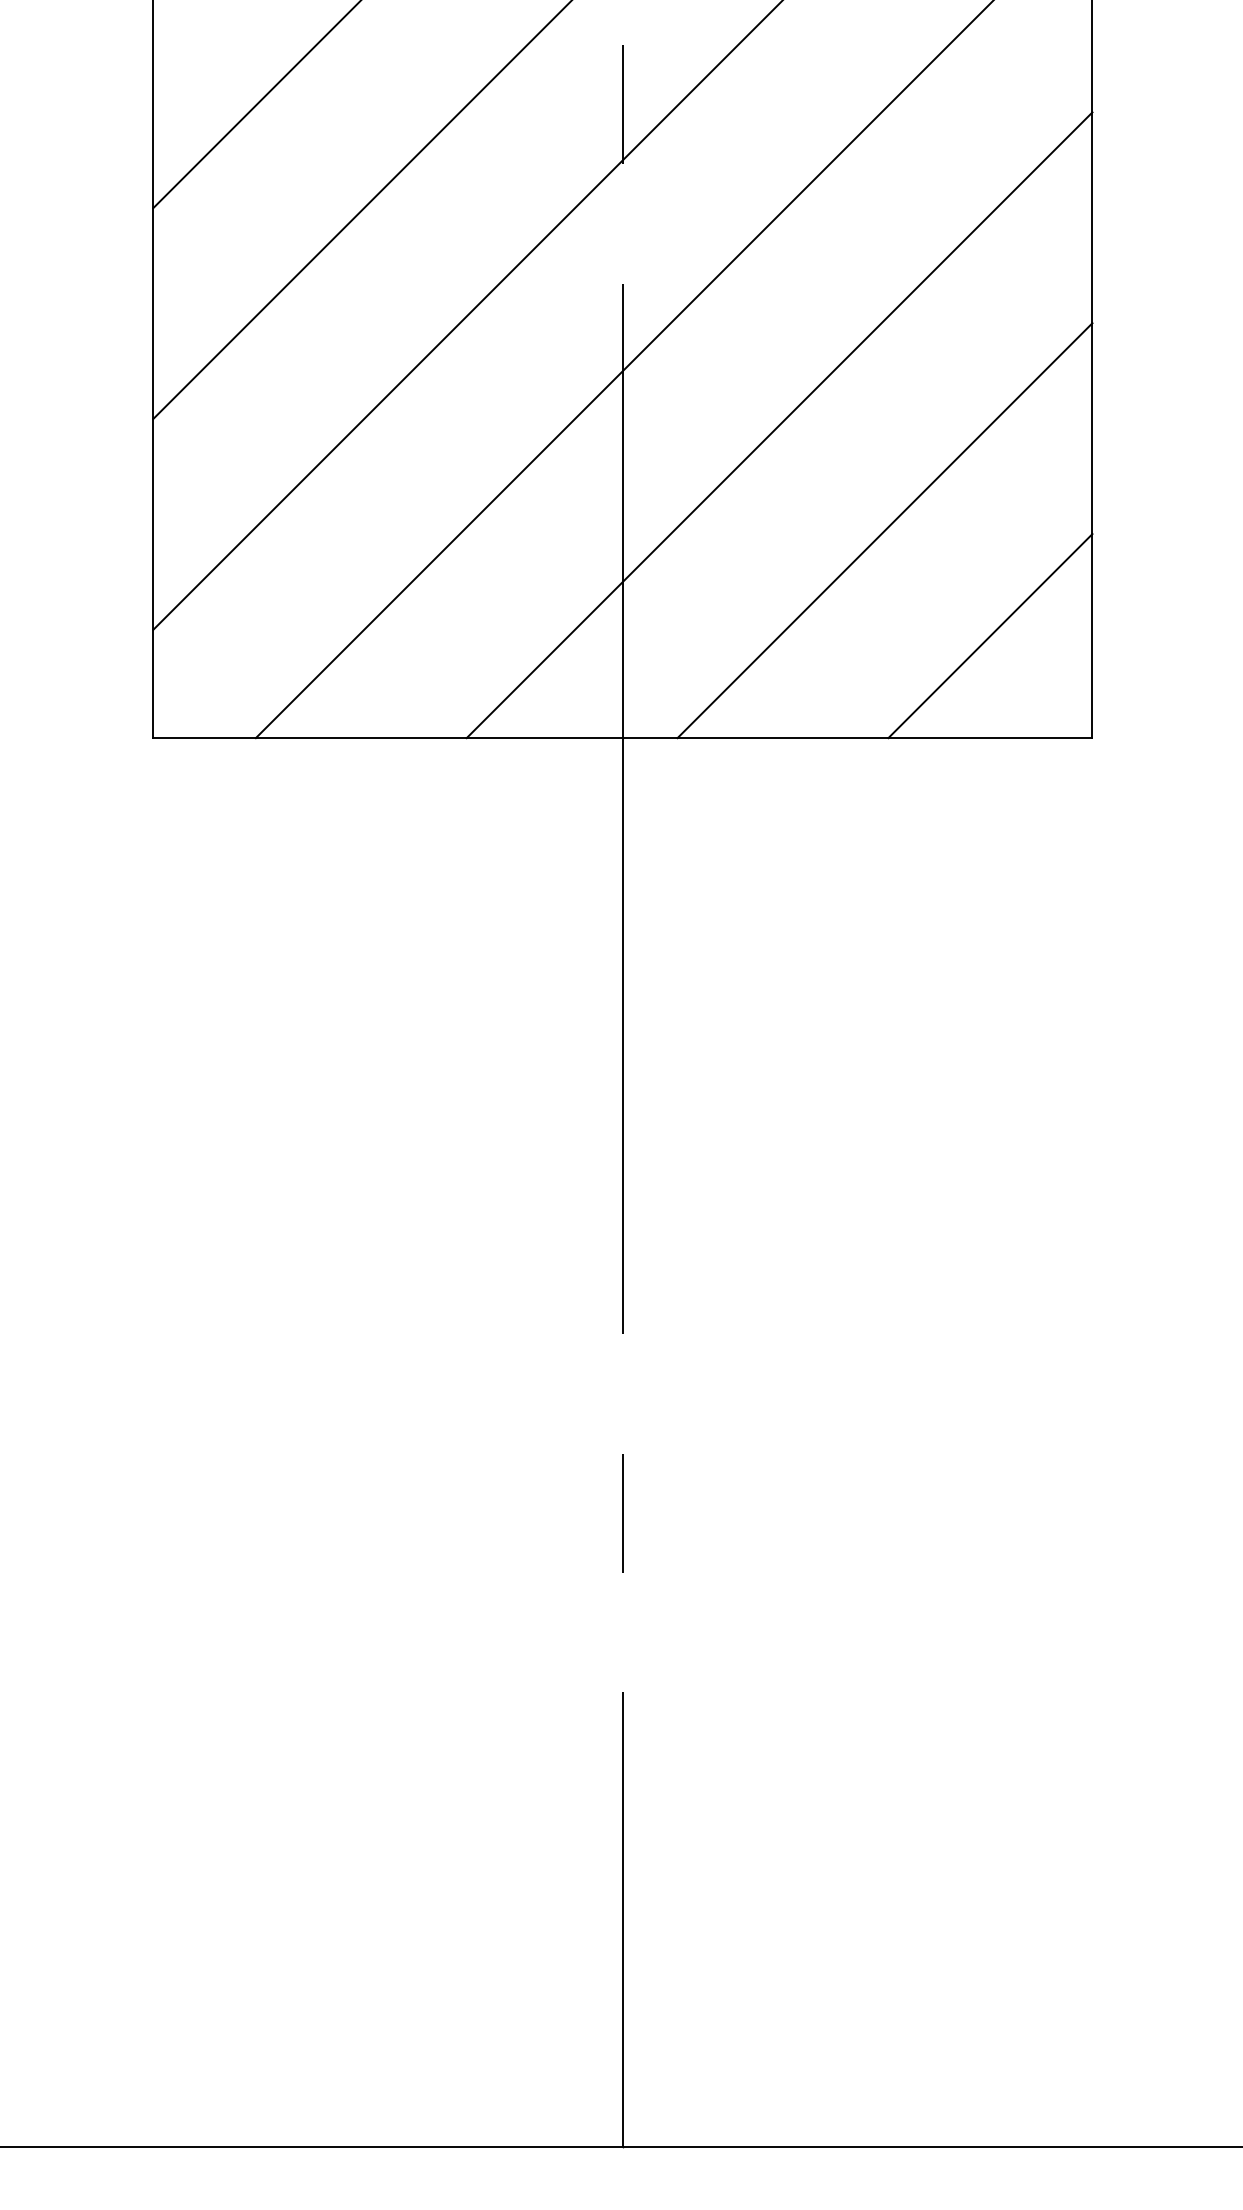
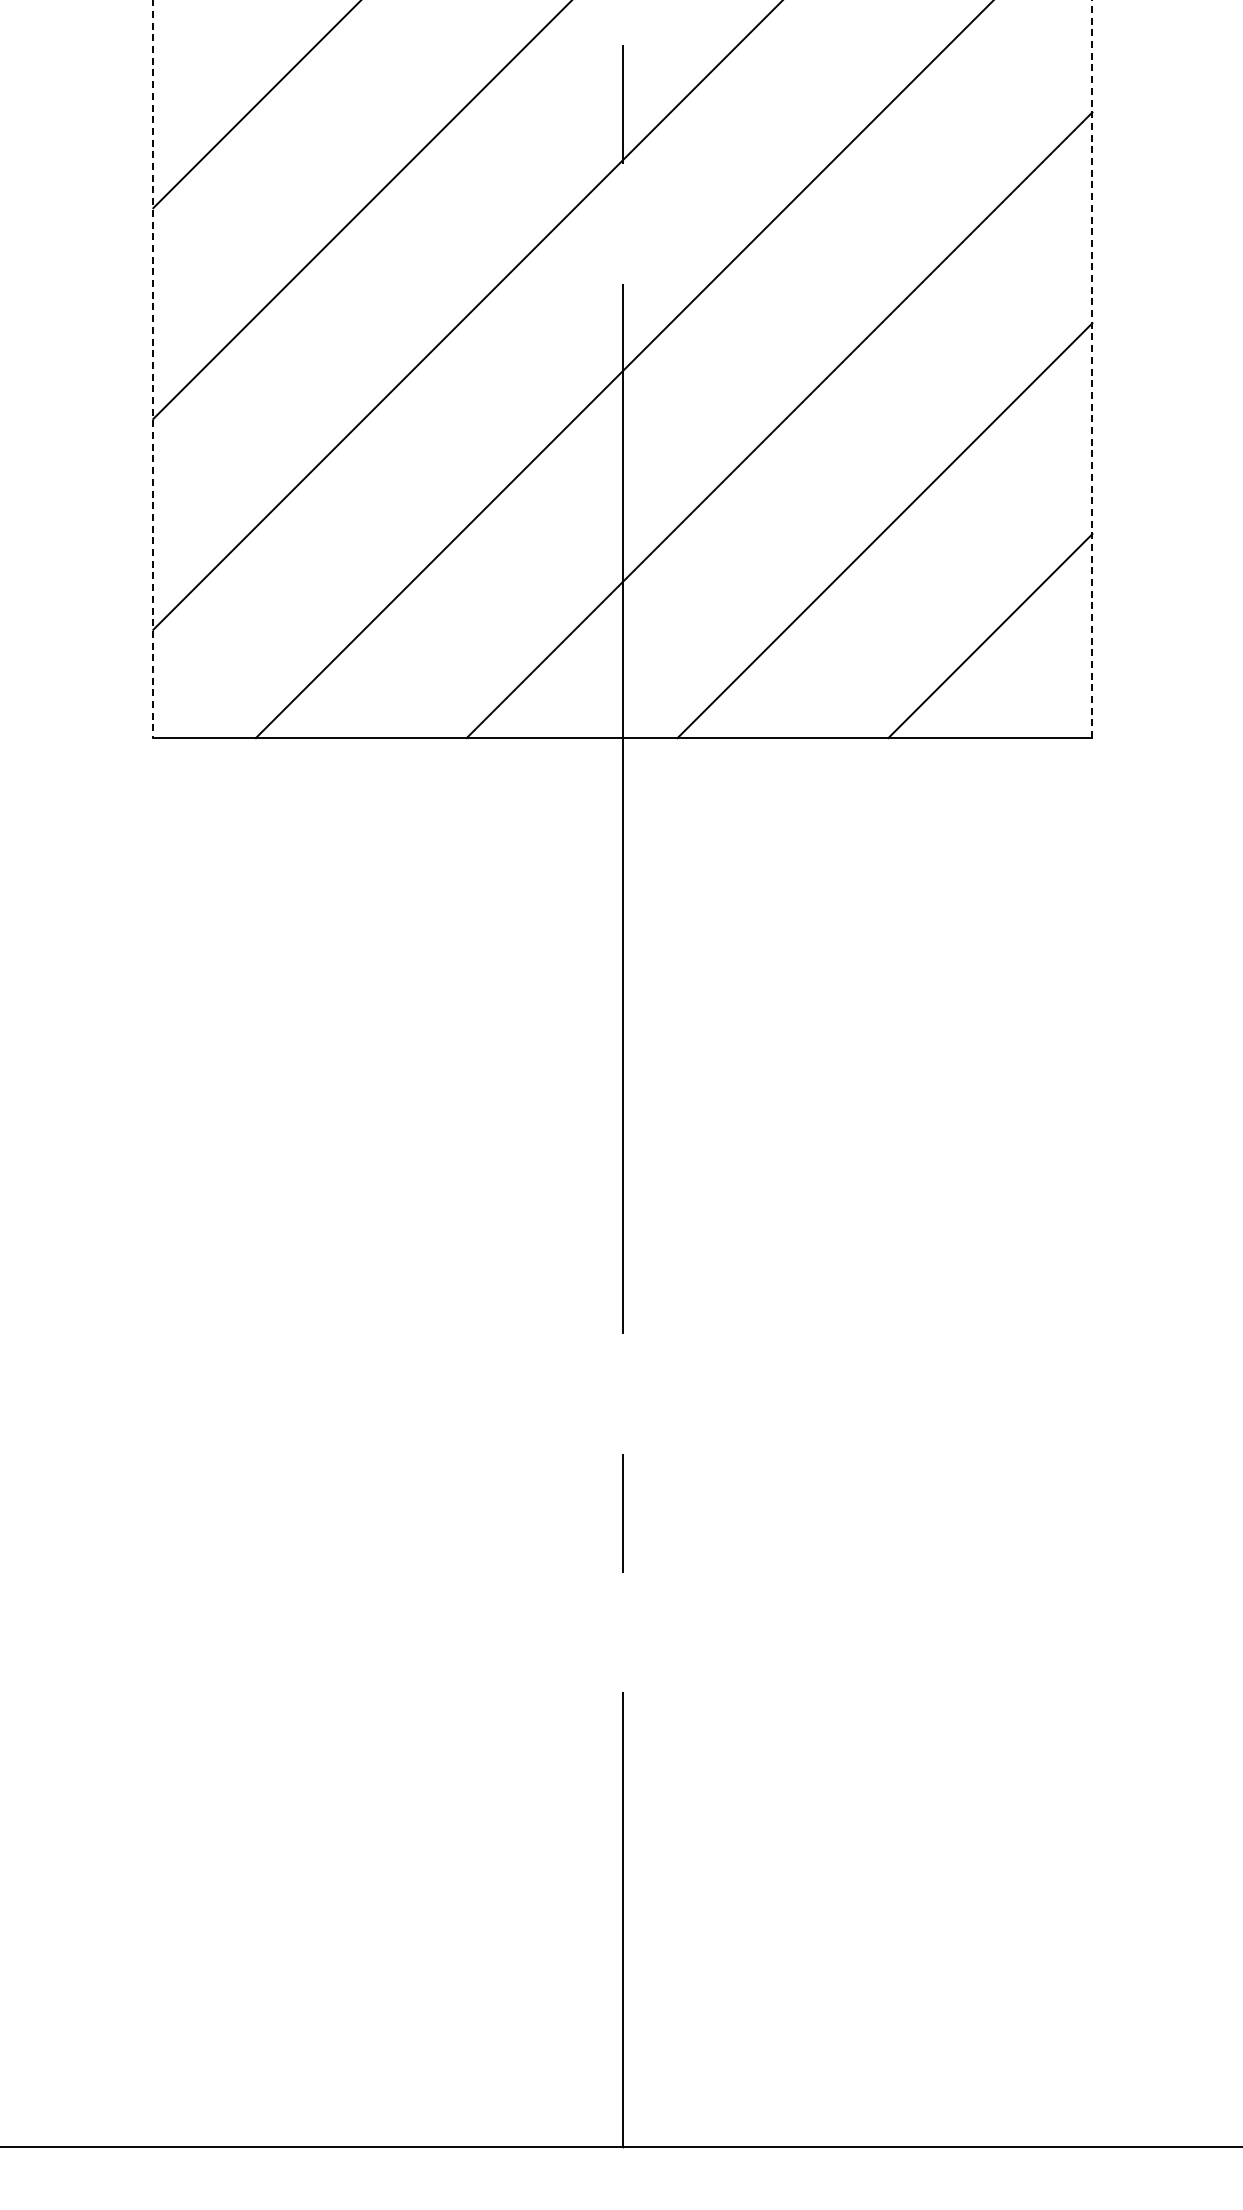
line at (153, 369): solid -> dashed
line at (1092, 369): solid -> dashed
